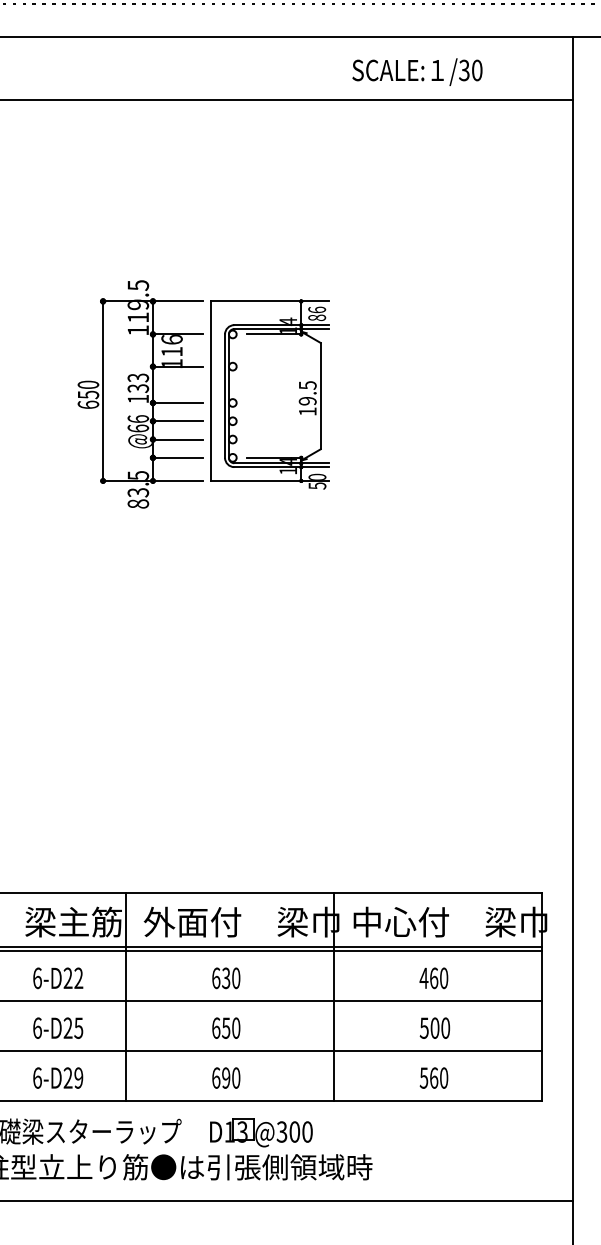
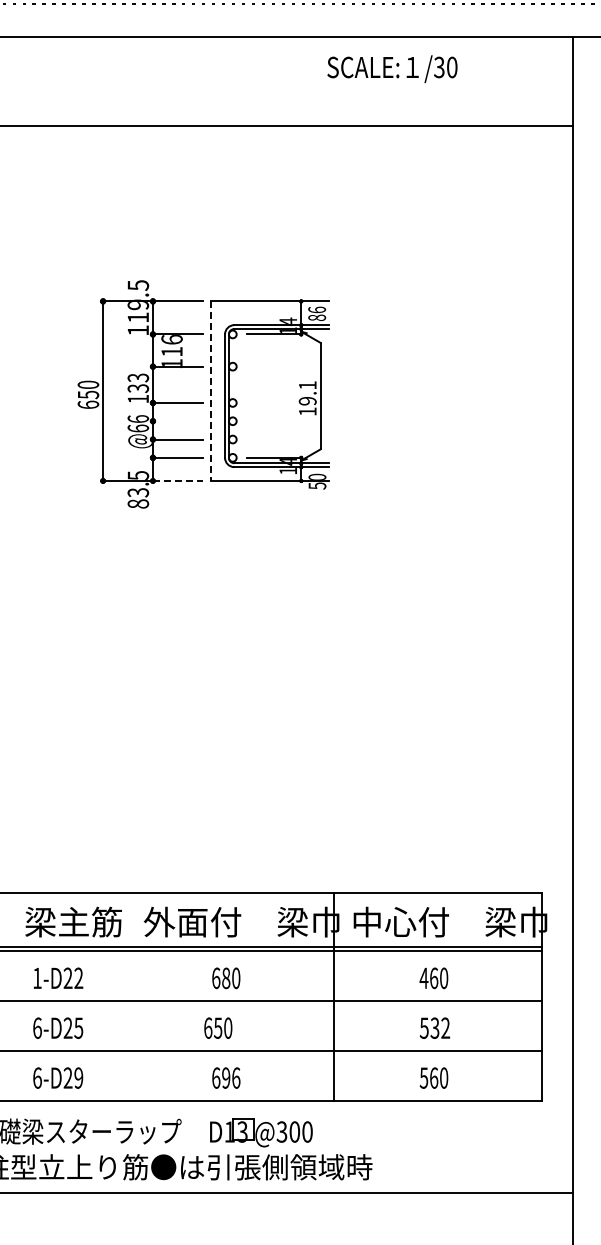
text at (417, 71) position: (417, 71) -> (392, 68)
line at (287, 99) position: (287, 99) -> (287, 125)
text at (307, 385): 19.5 -> 19.1
line at (211, 391): solid -> dashed
line at (177, 421): present -> none
line at (177, 480): solid -> dashed
text at (226, 977): 630 -> 680
text at (37, 978): 6-D22 -> 1-D22
line at (126, 997): present -> none
text at (226, 1027) position: (226, 1027) -> (218, 1027)
text at (440, 1027): 500 -> 532
text at (236, 1077): 690 -> 696
line at (287, 1200) position: (287, 1200) -> (287, 1192)
